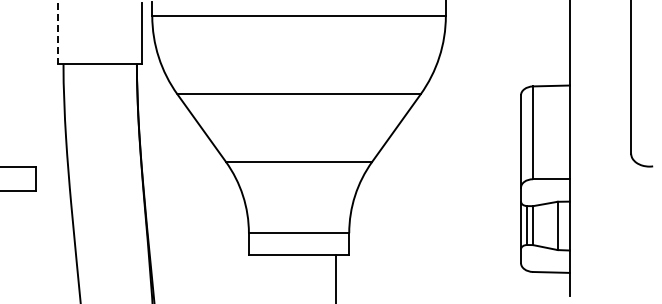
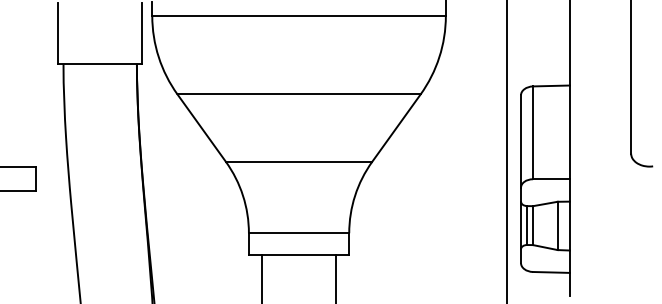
line at (58, 33): dashed -> solid
line at (507, 151): none -> present
line at (262, 277): none -> present
